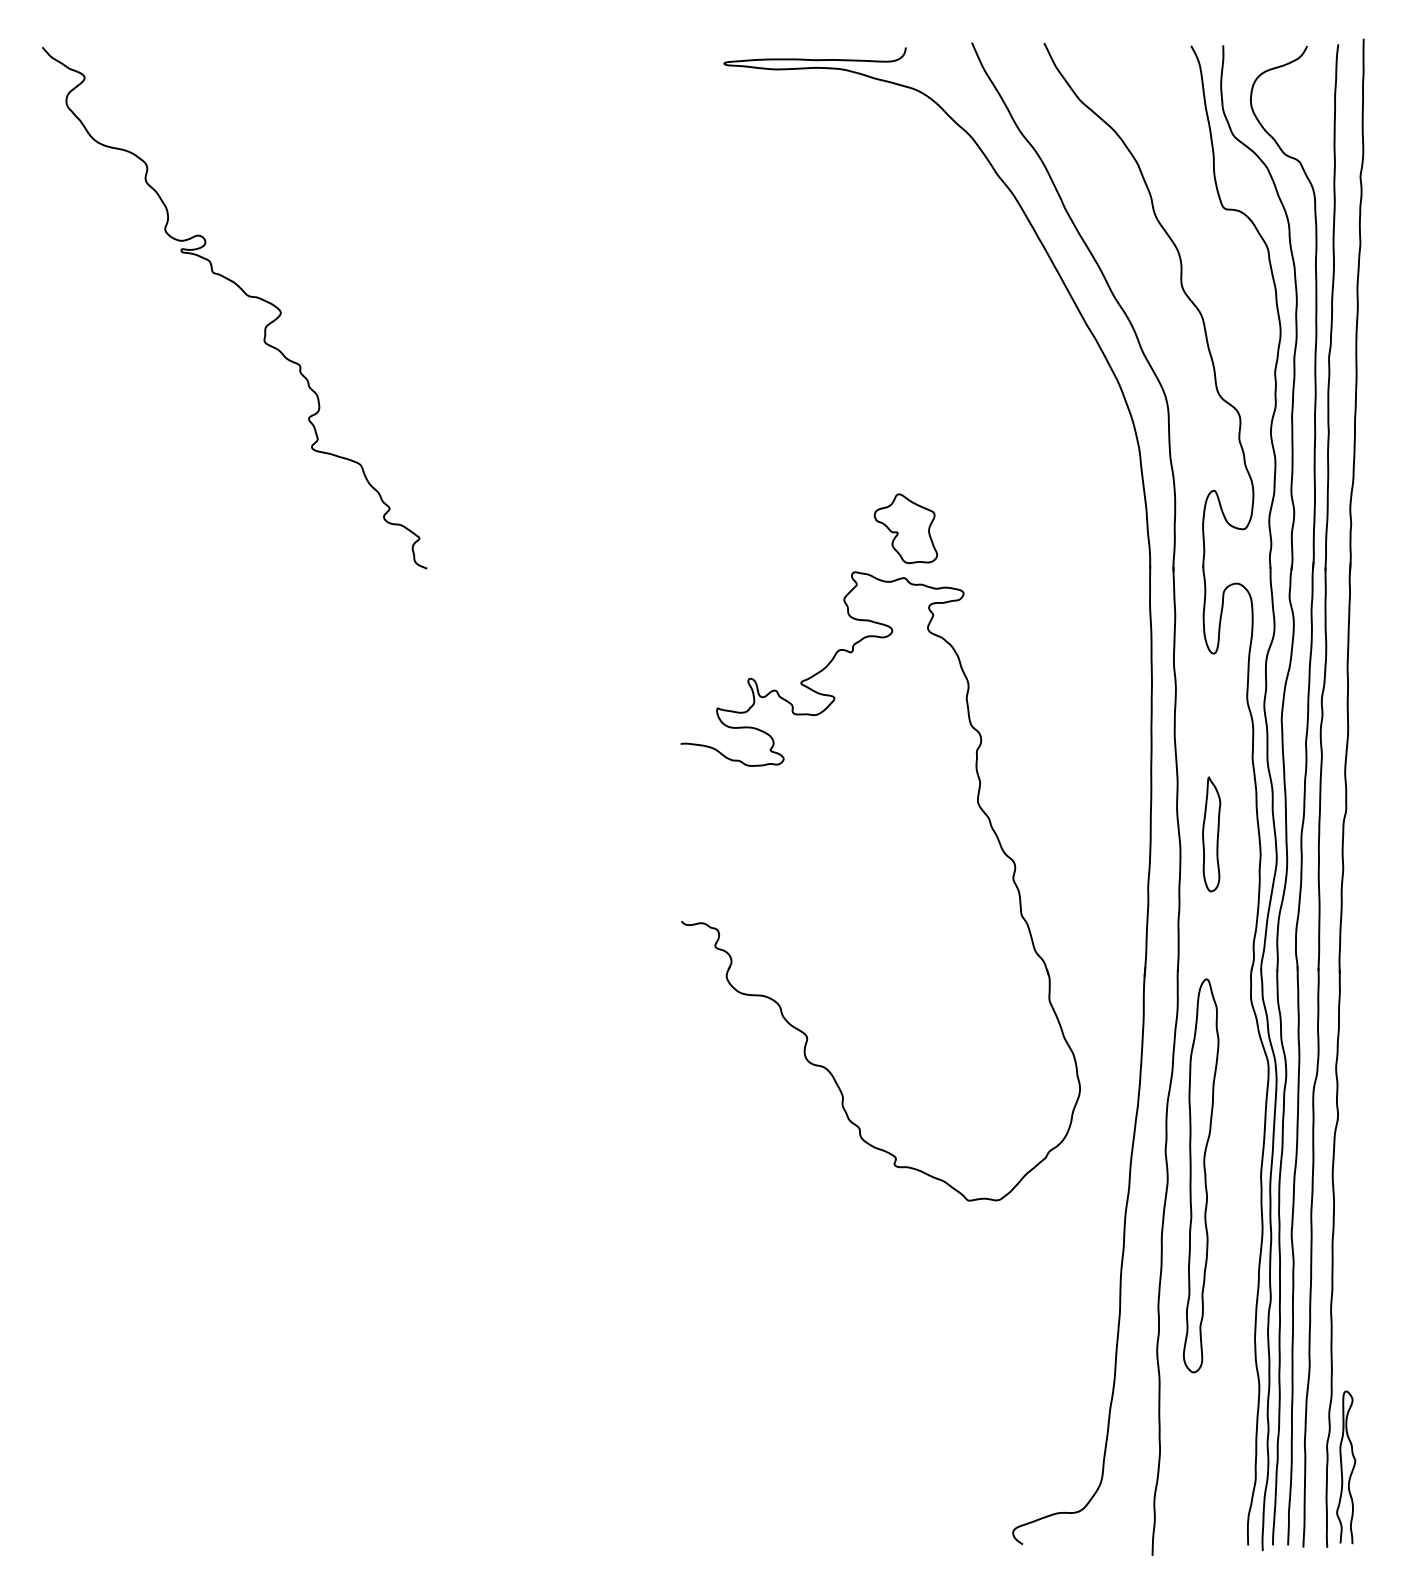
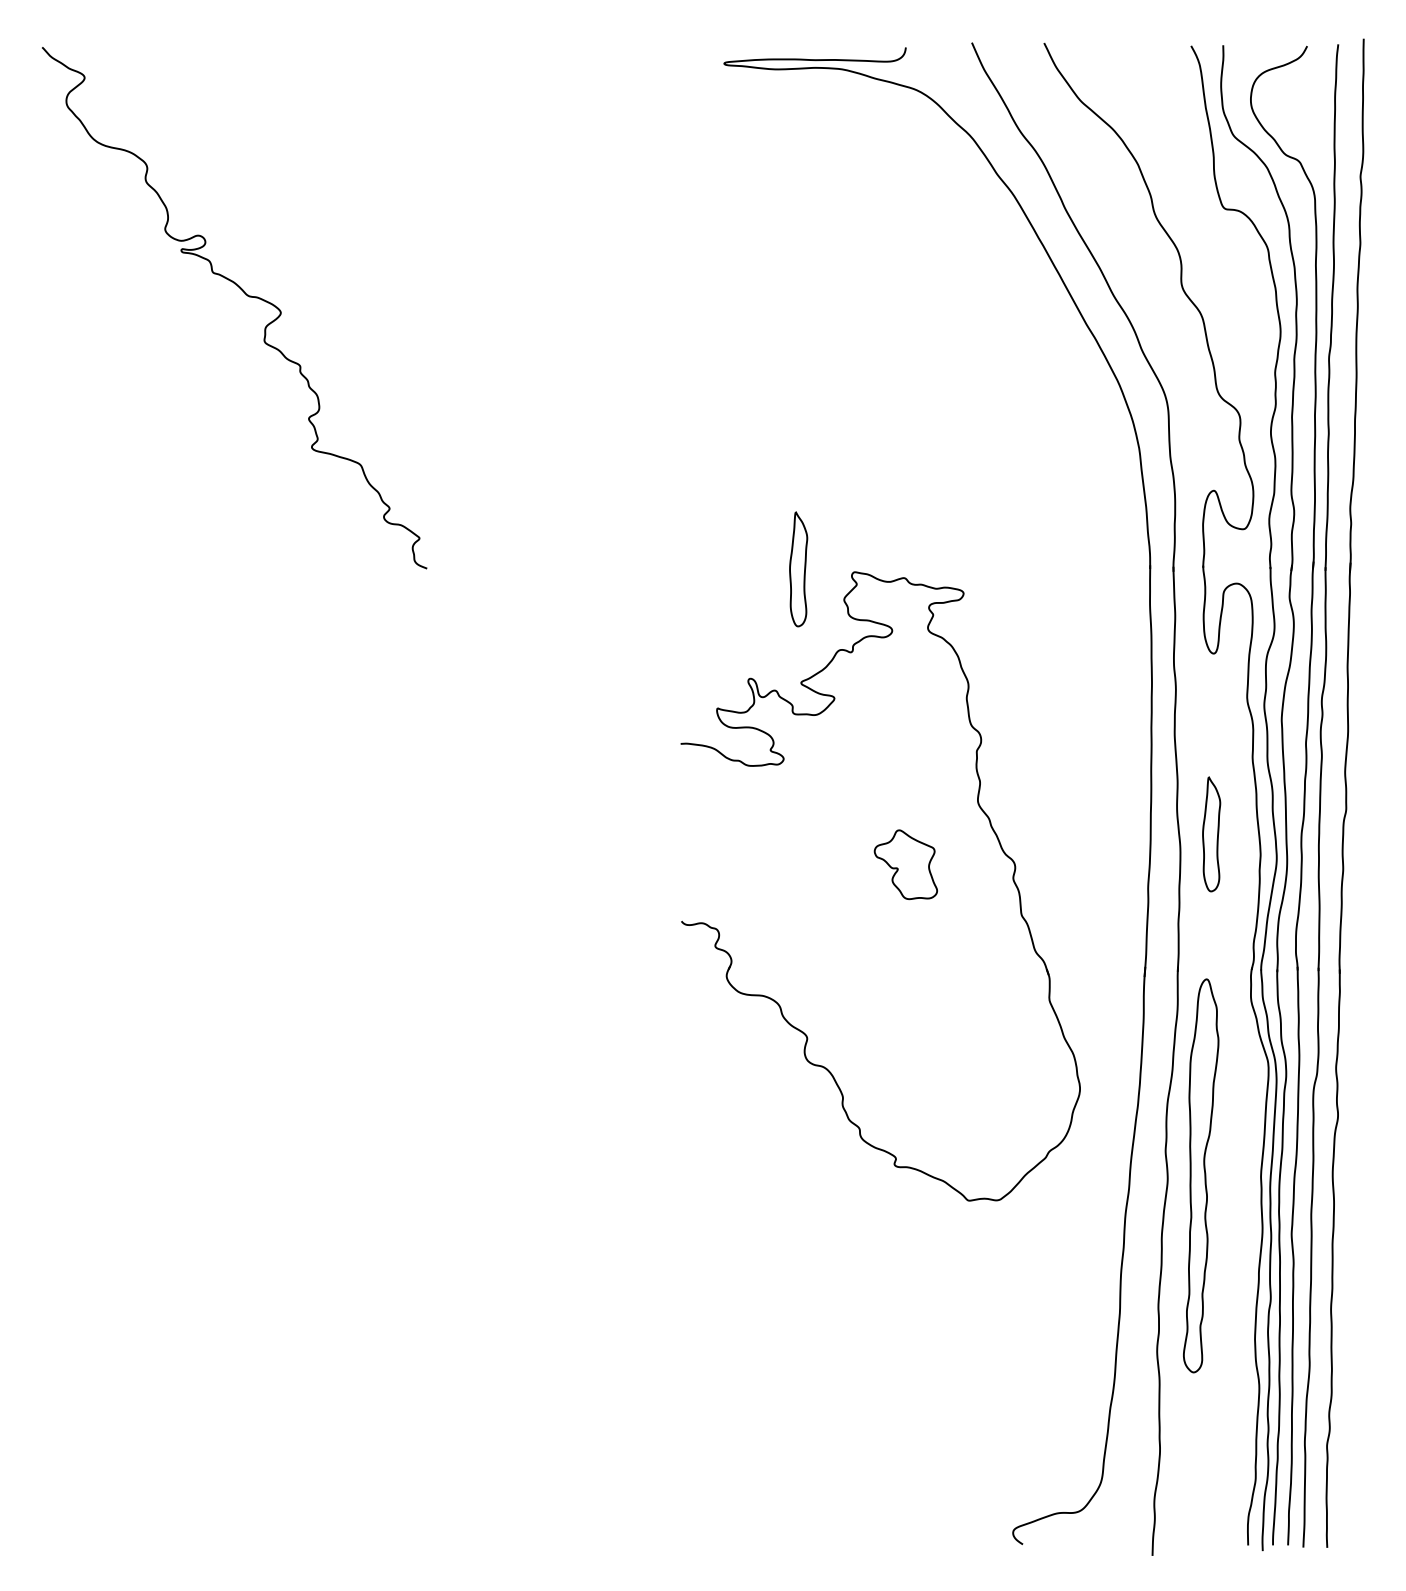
part at (905, 528) position: (905, 528) -> (905, 864)
part at (798, 569): none -> present
curve at (1342, 1467): present -> none
